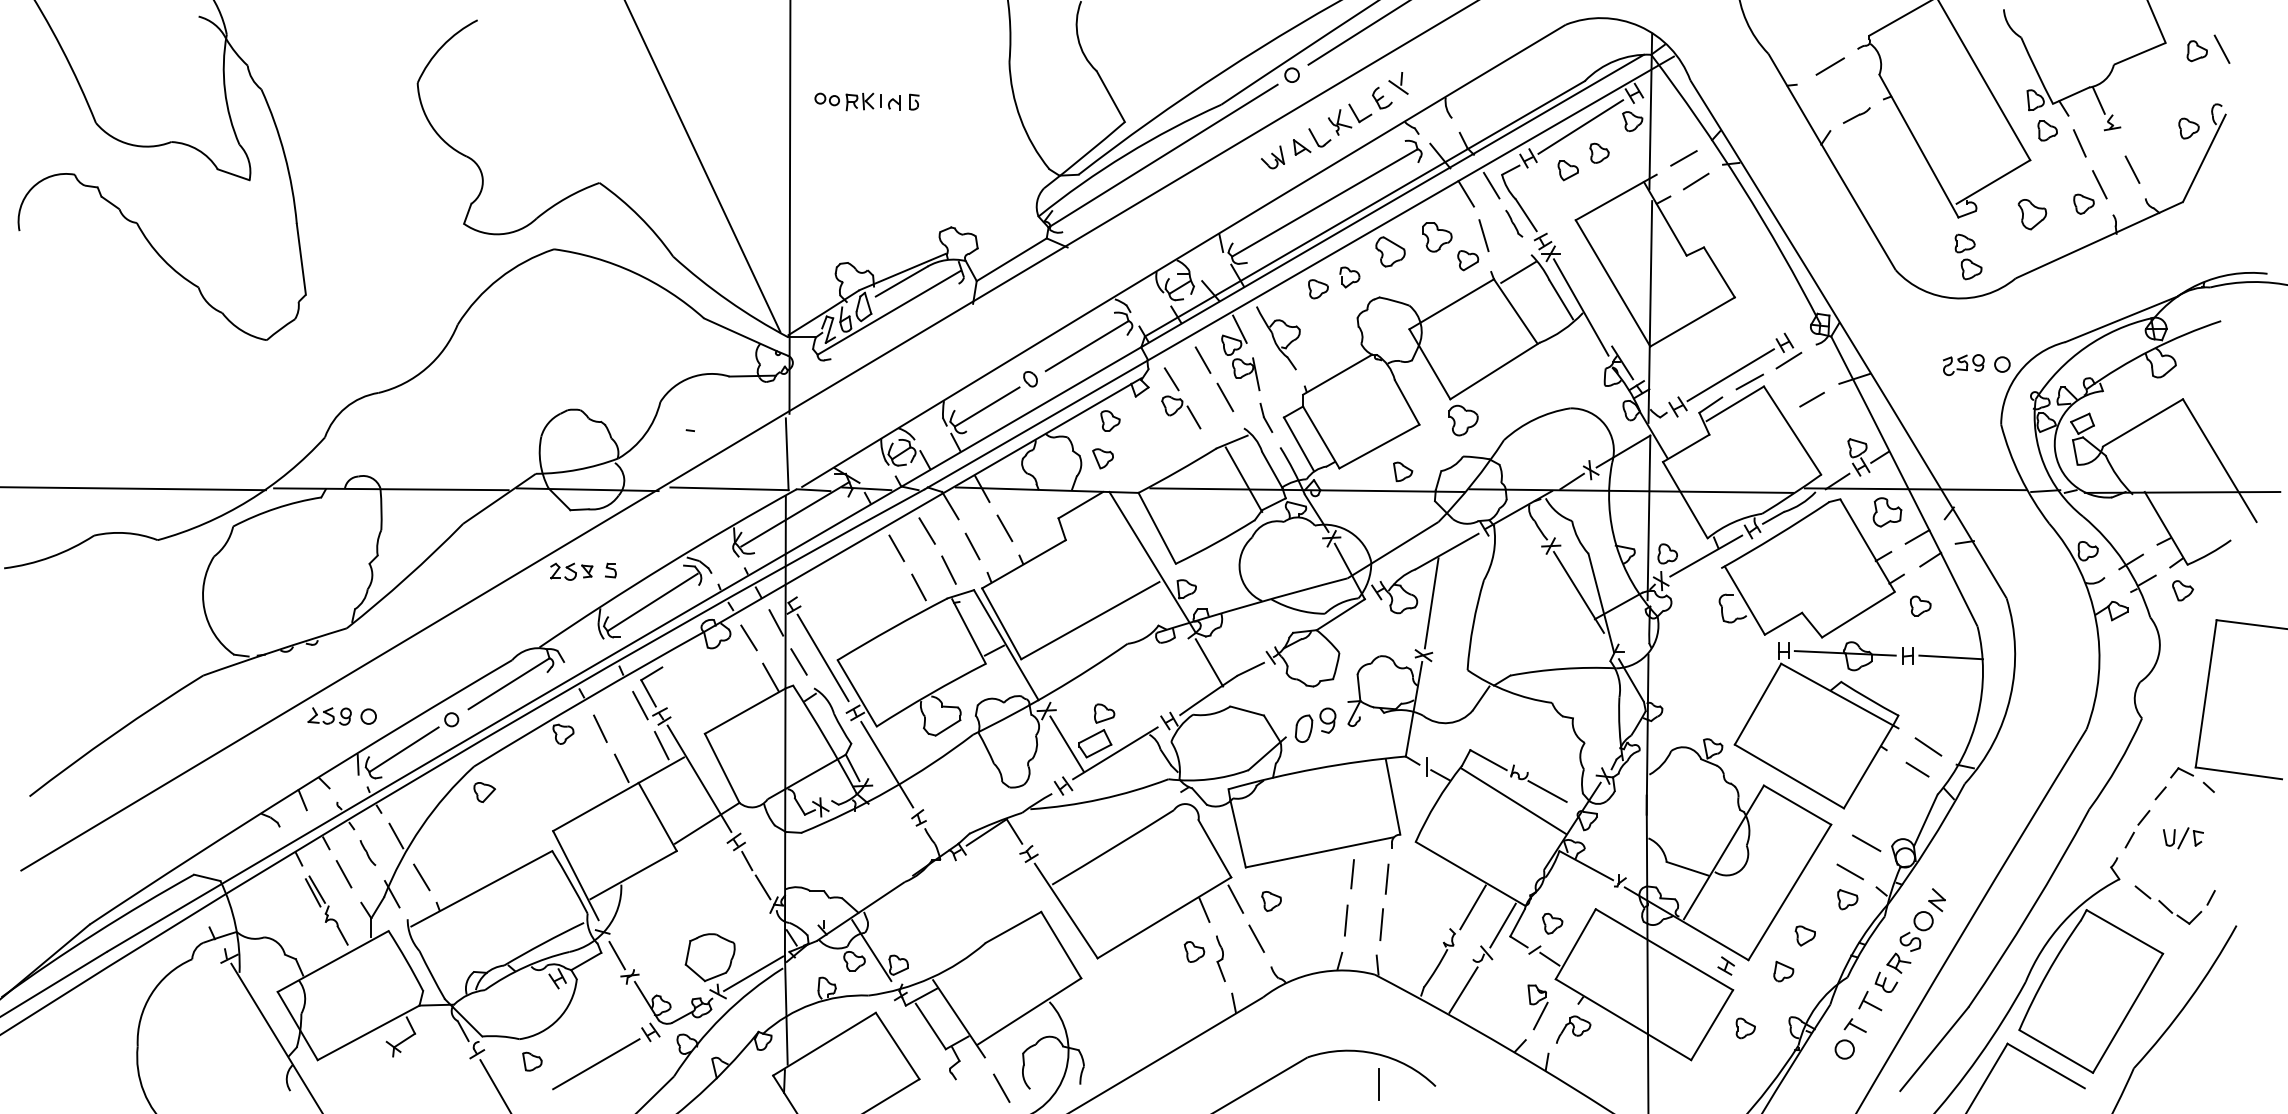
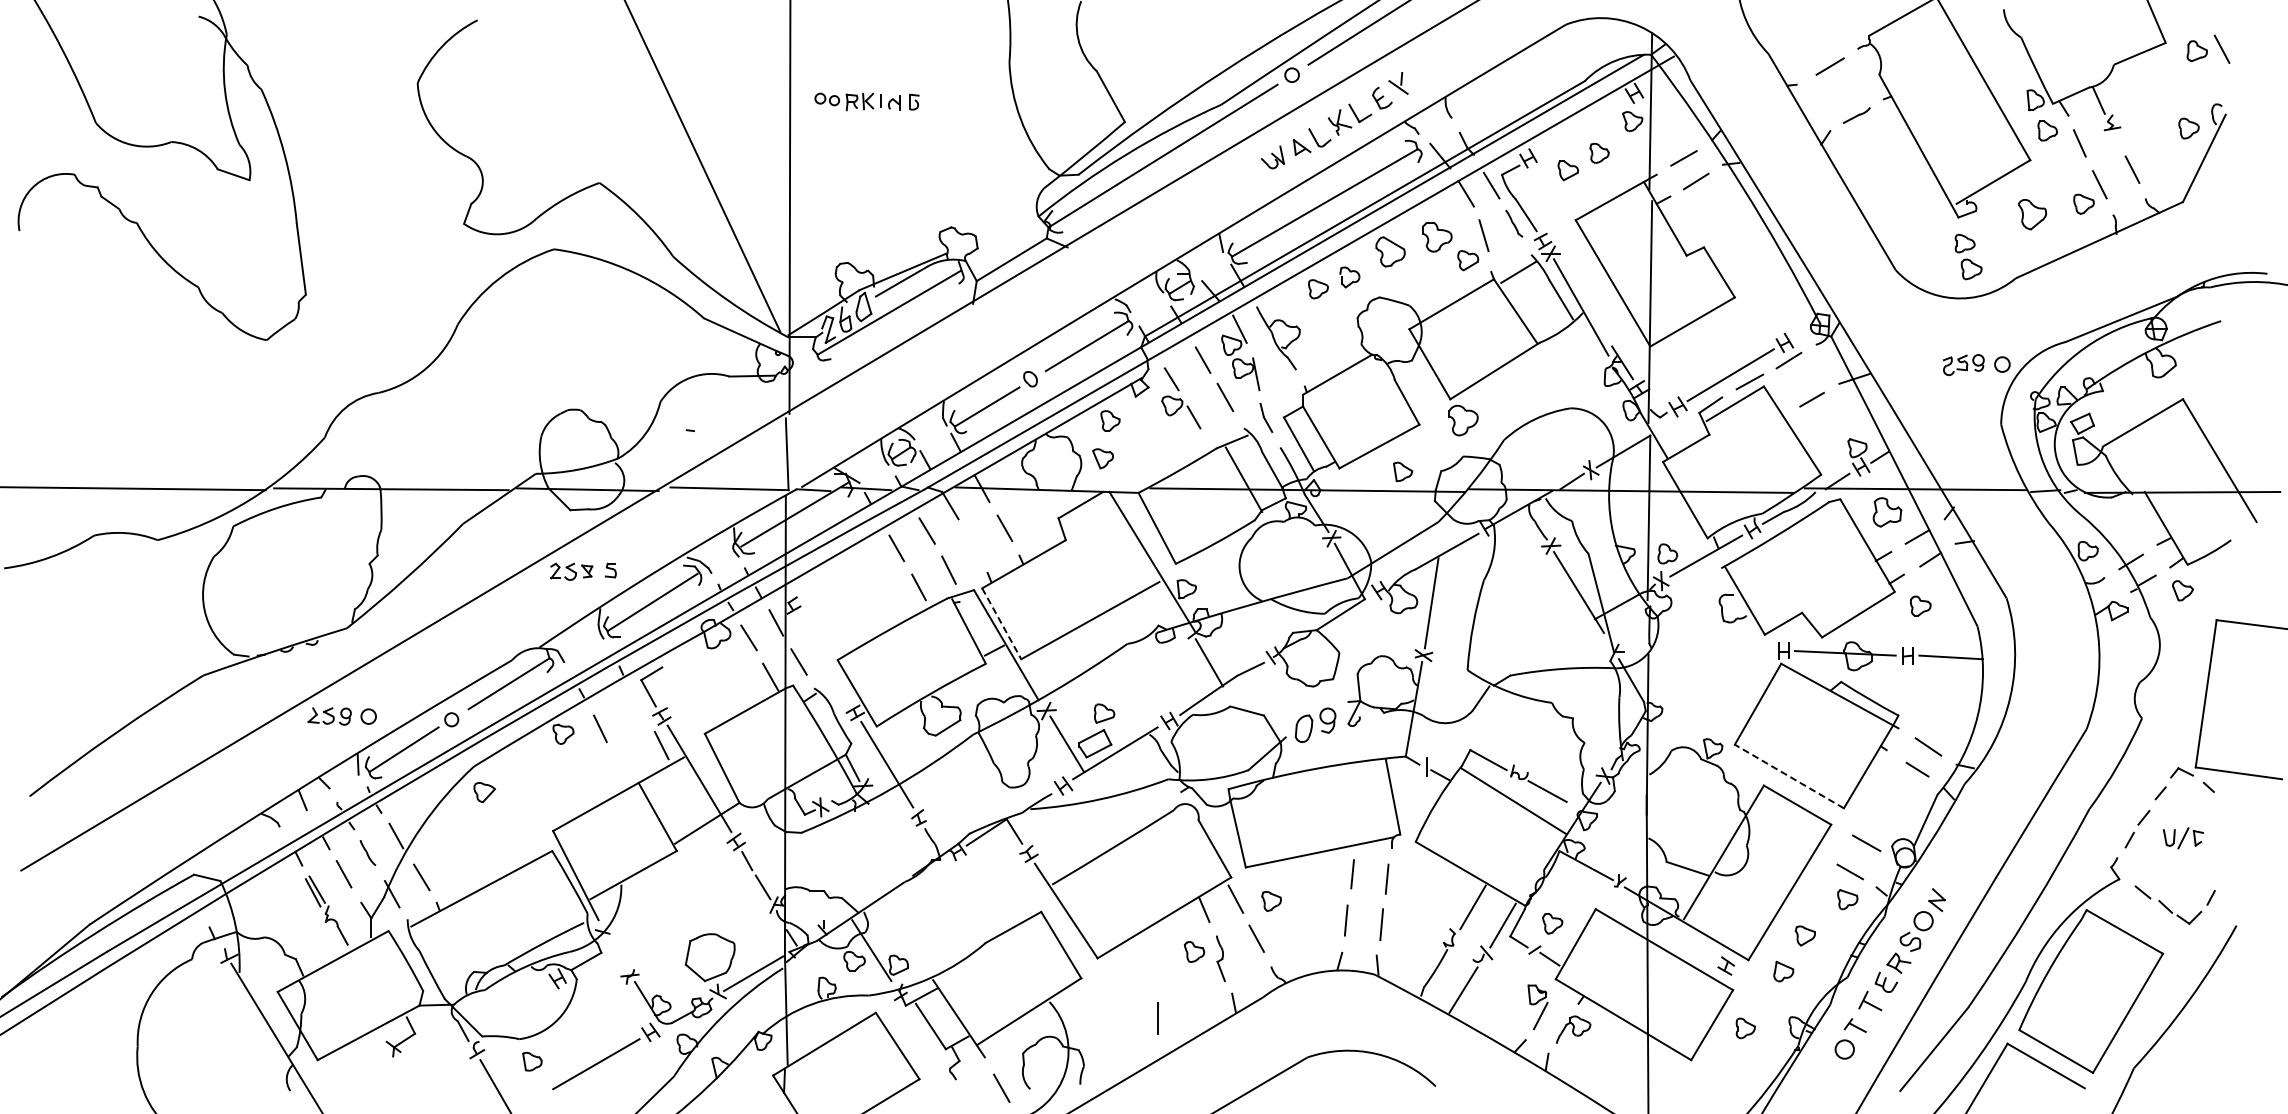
line at (1580, 126): present -> none
line at (972, 546): present -> none
line at (1001, 624): solid -> dashed
line at (822, 657): present -> none
line at (640, 705): present -> none
line at (621, 767): present -> none
line at (1788, 776): solid -> dashed
line at (616, 955): present -> none
line at (1378, 1084) position: (1378, 1084) -> (1157, 1018)
